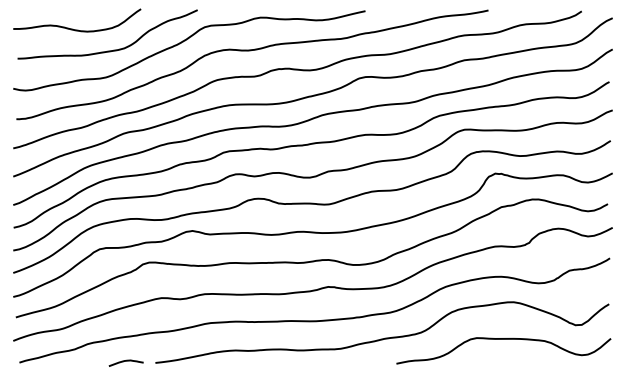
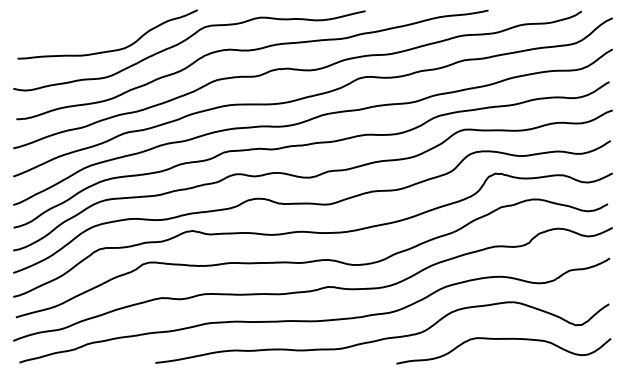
curve at (77, 29): present -> none
curve at (125, 361): present -> none
